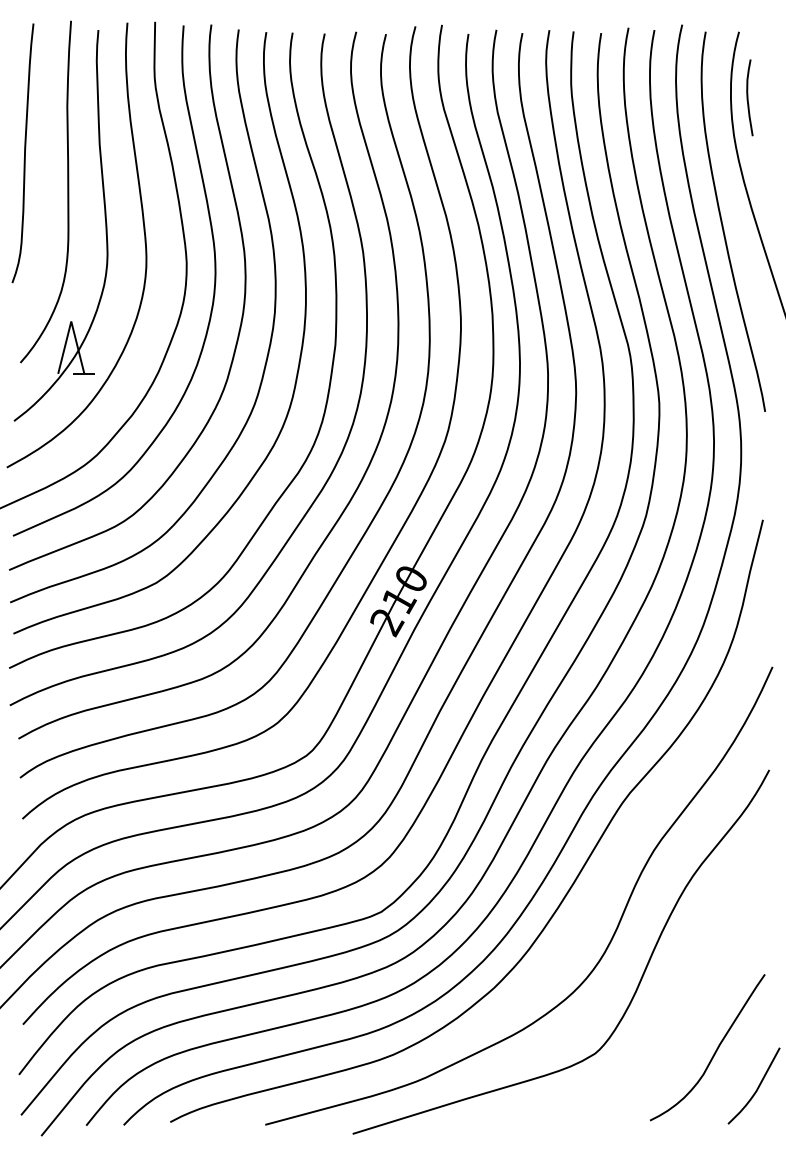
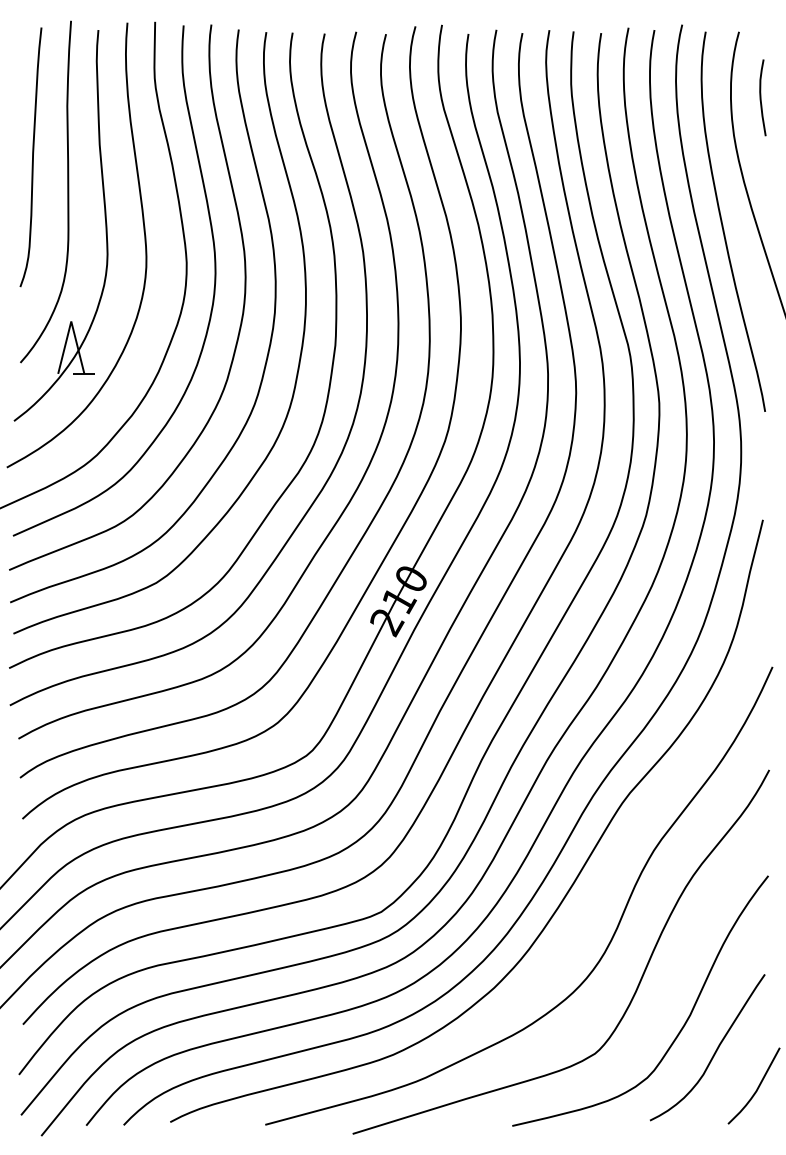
curve at (748, 97) position: (748, 97) -> (761, 97)
curve at (24, 153) position: (24, 153) -> (32, 157)
curve at (681, 1027): none -> present
